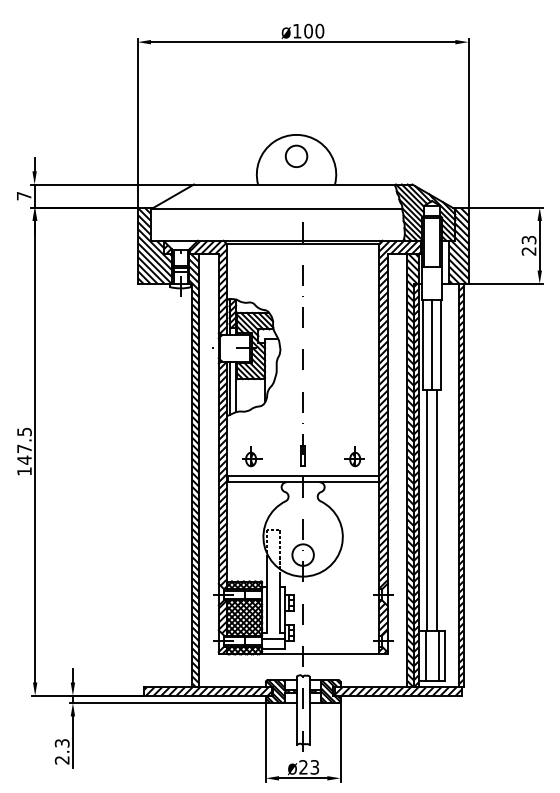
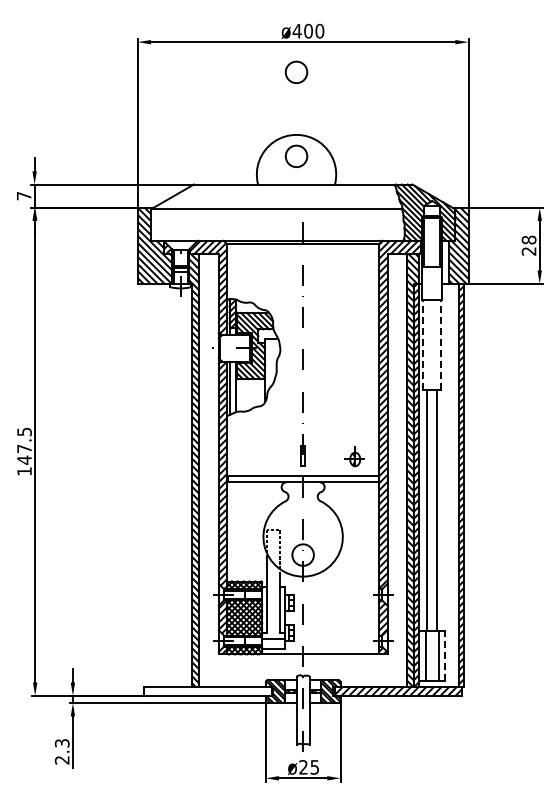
text at (296, 31): ø100 -> ø400
circle at (296, 71): none -> present
text at (528, 239): 23 -> 28
line at (432, 344): present -> none
line at (423, 345): solid -> dashed
line at (441, 345): solid -> dashed
part at (252, 456): present -> none
line at (445, 656): solid -> dashed
hatch at (207, 691): present -> none
text at (315, 766): ø23 -> ø25
